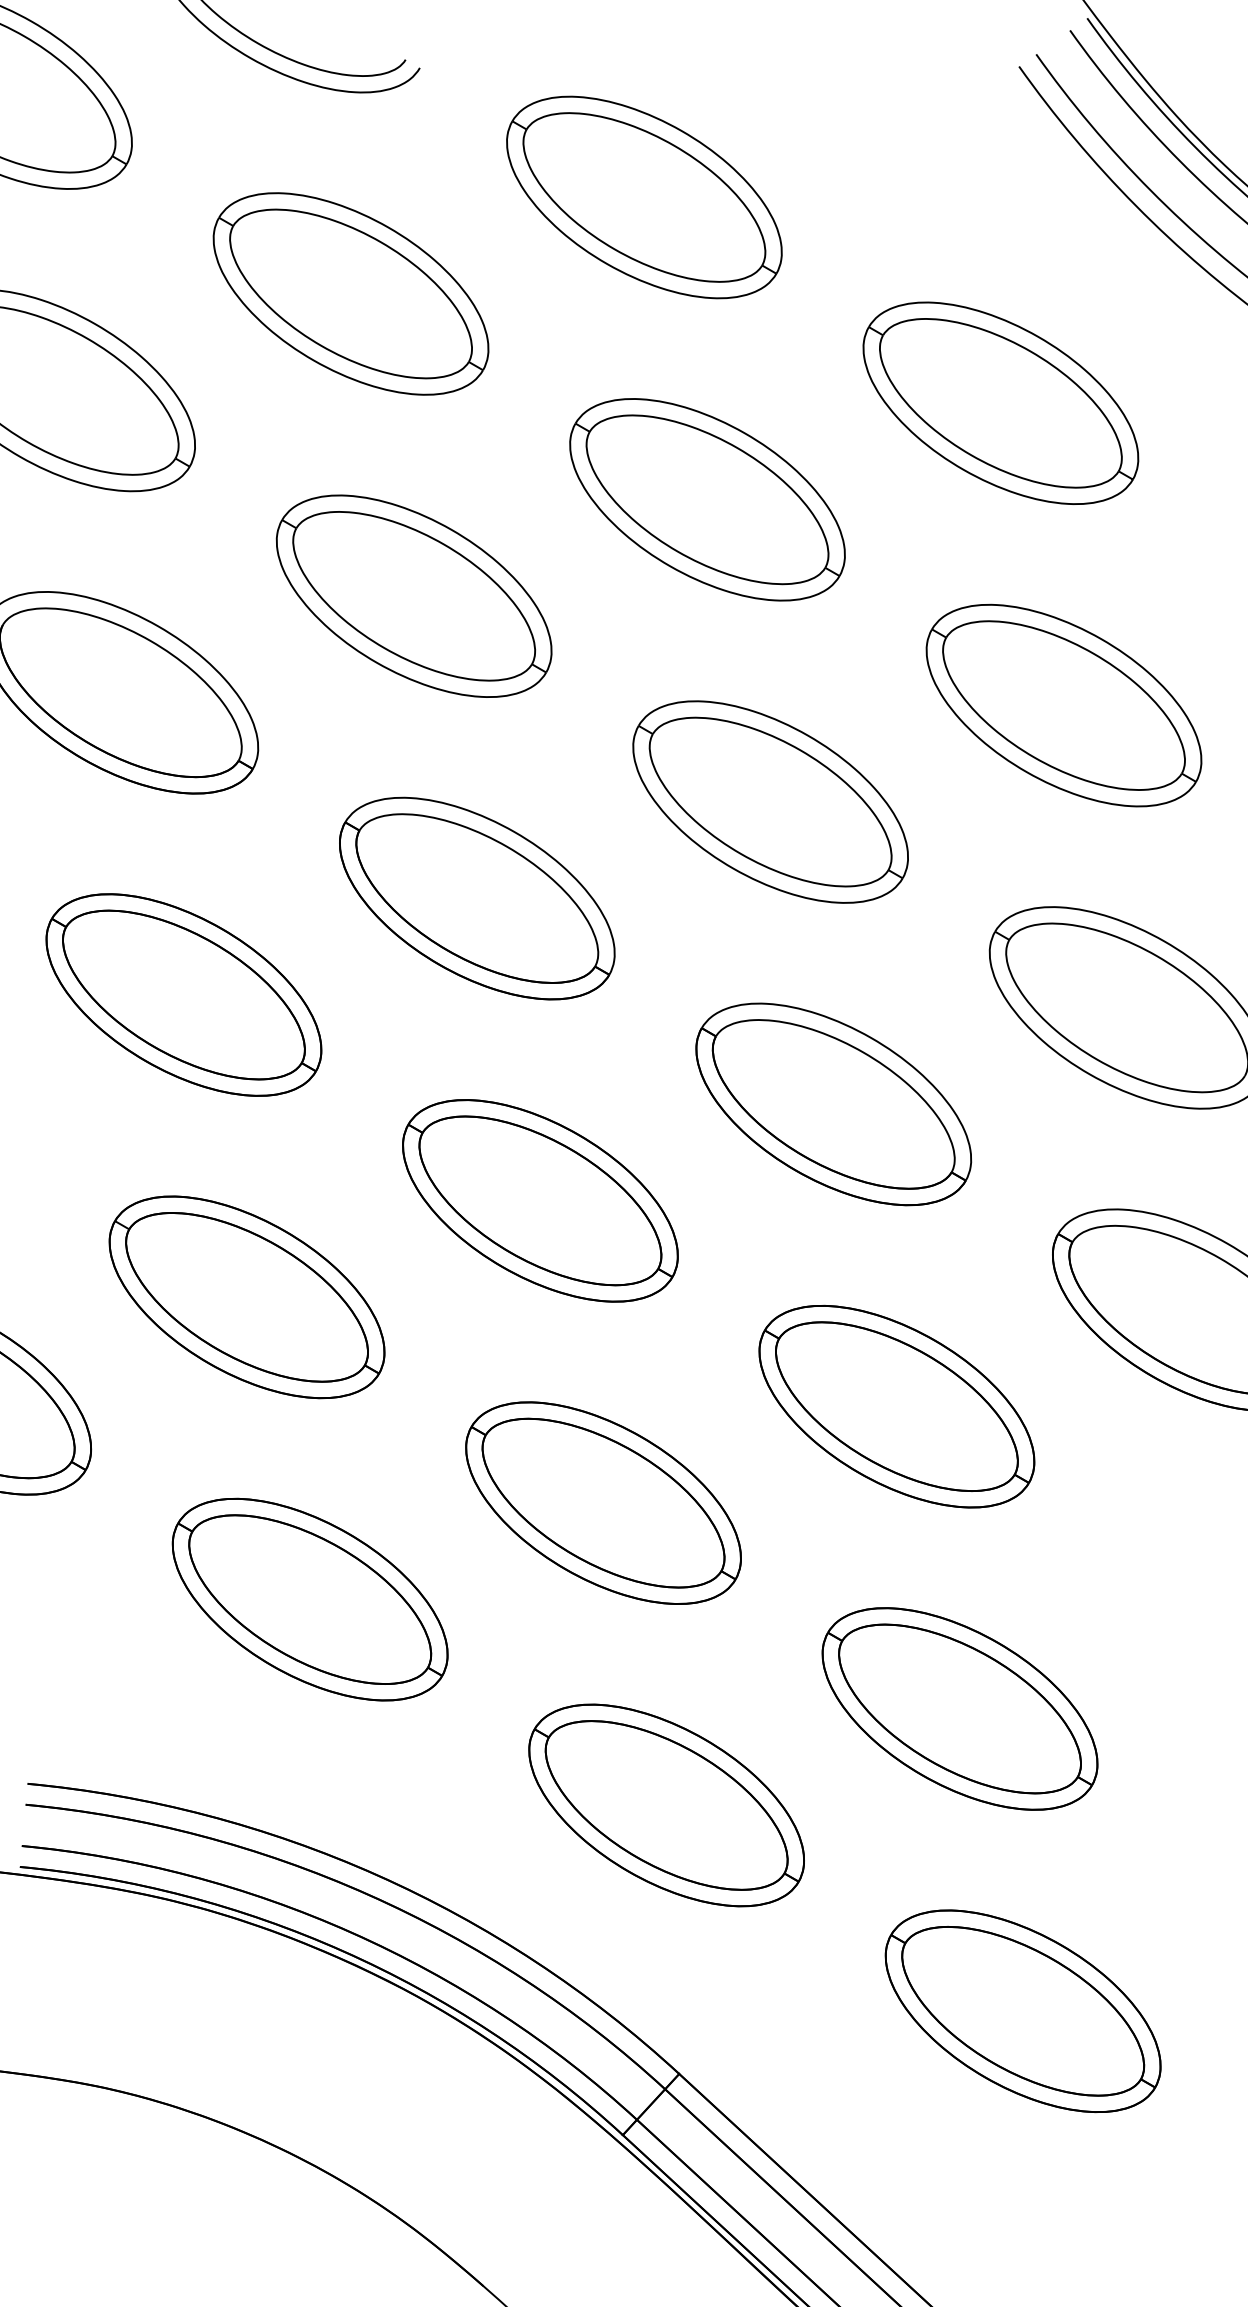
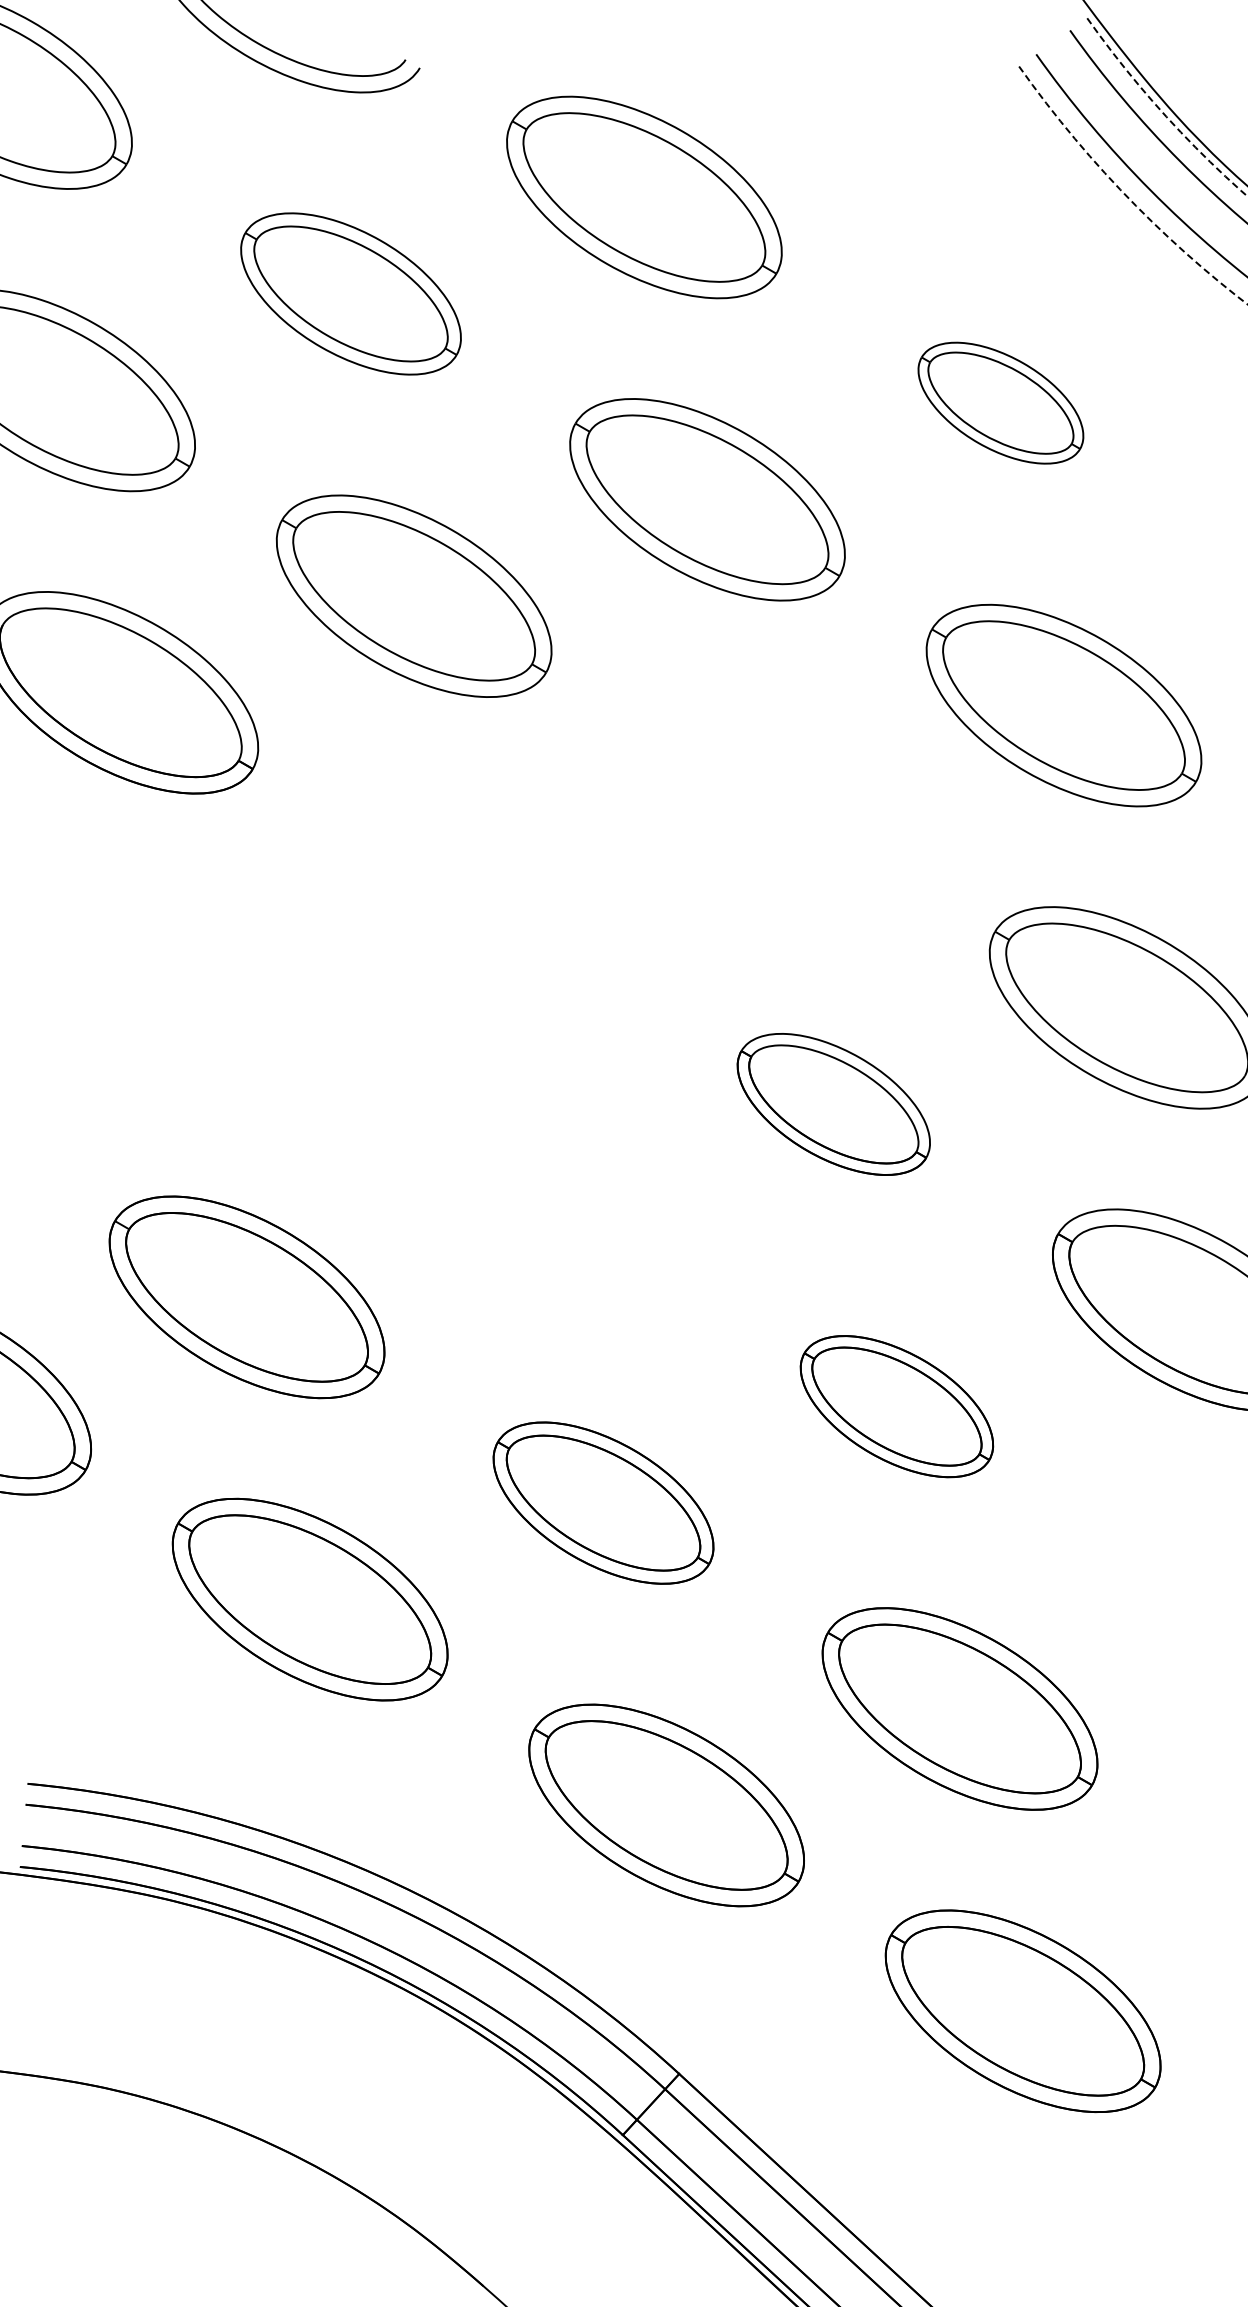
arc at (1161, 111): solid -> dashed
arc at (1125, 194): solid -> dashed
part at (350, 293) size: 278x204 px -> 222x164 px
part at (1000, 402) size: 278x204 px -> 168x124 px
part at (770, 801): present -> none
part at (477, 898): present -> none
part at (183, 994): present -> none
part at (833, 1104) size: 278x205 px -> 195x143 px
part at (540, 1200): present -> none
part at (896, 1406) size: 278x205 px -> 196x144 px
part at (603, 1502) size: 277x204 px -> 223x164 px
